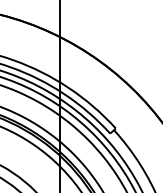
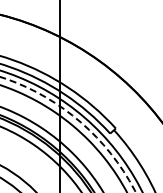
arc at (79, 121): solid -> dashed
